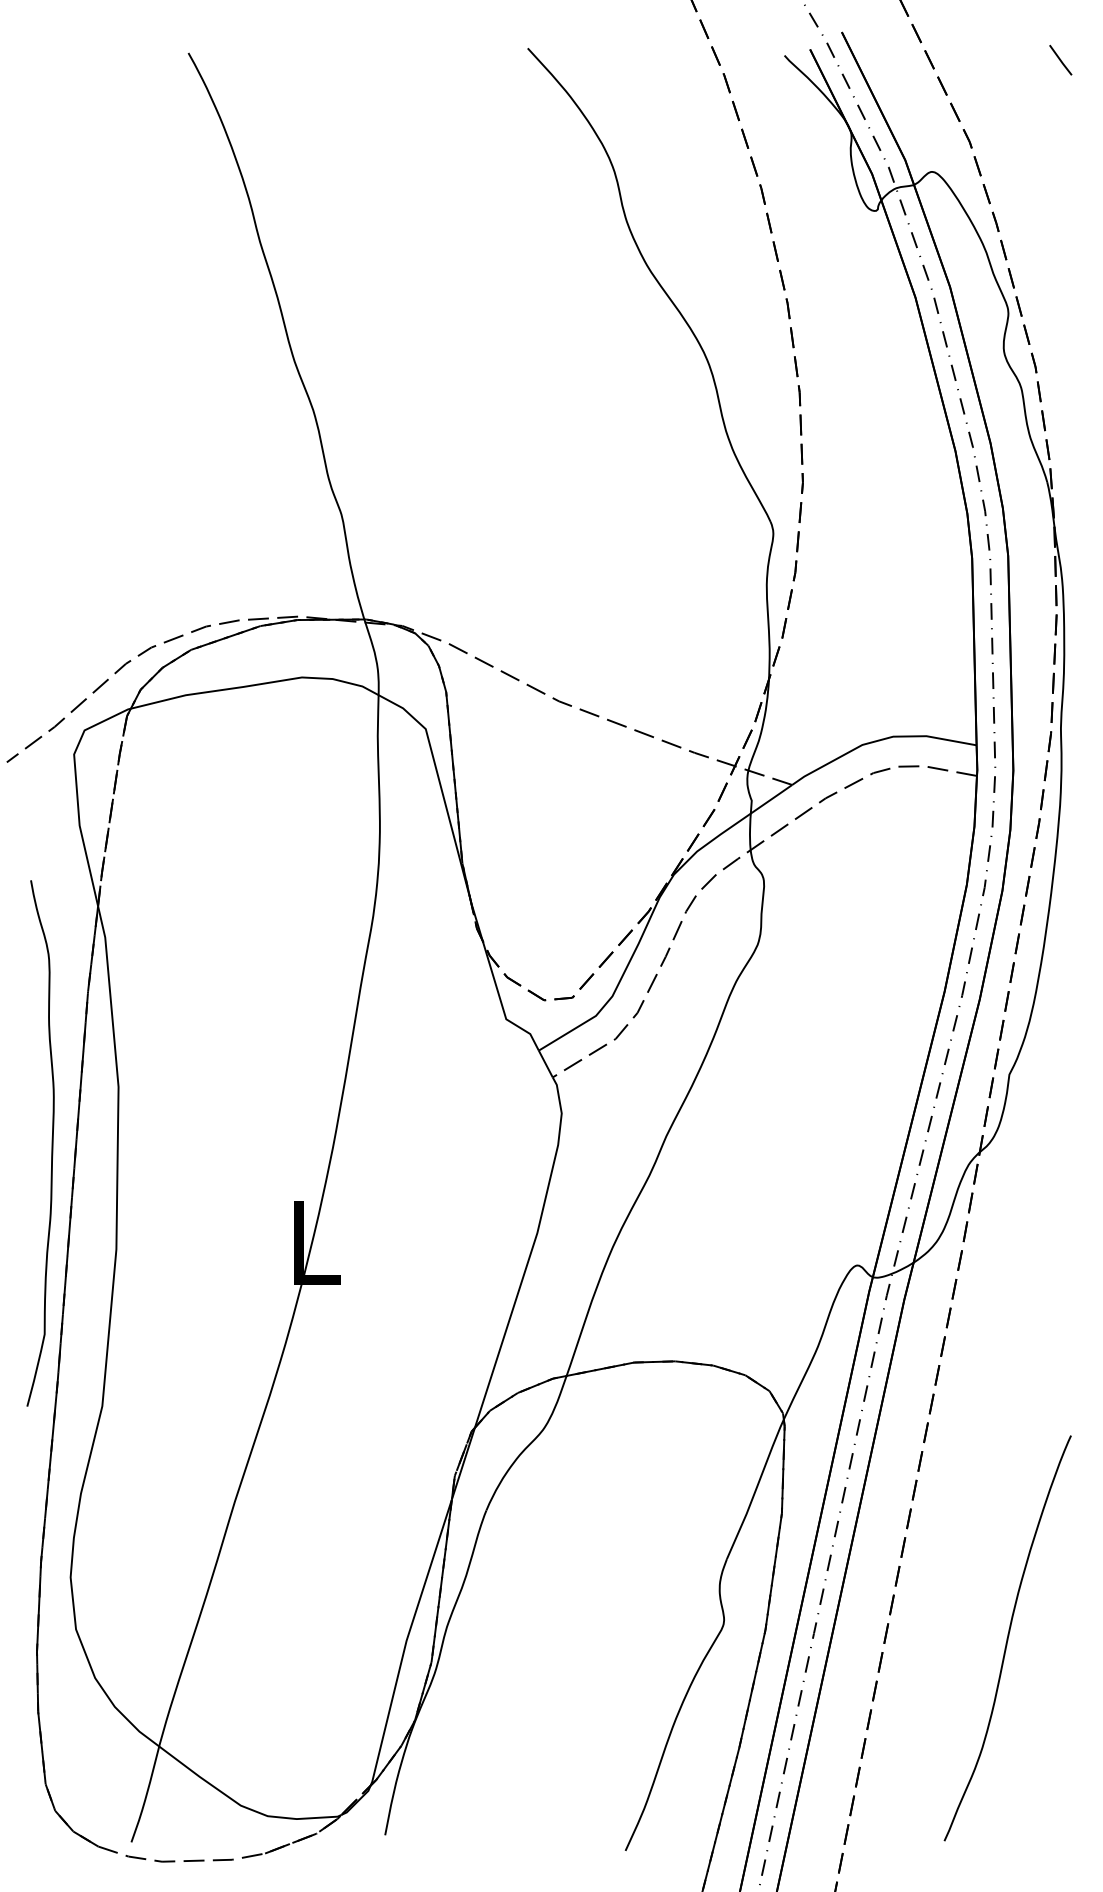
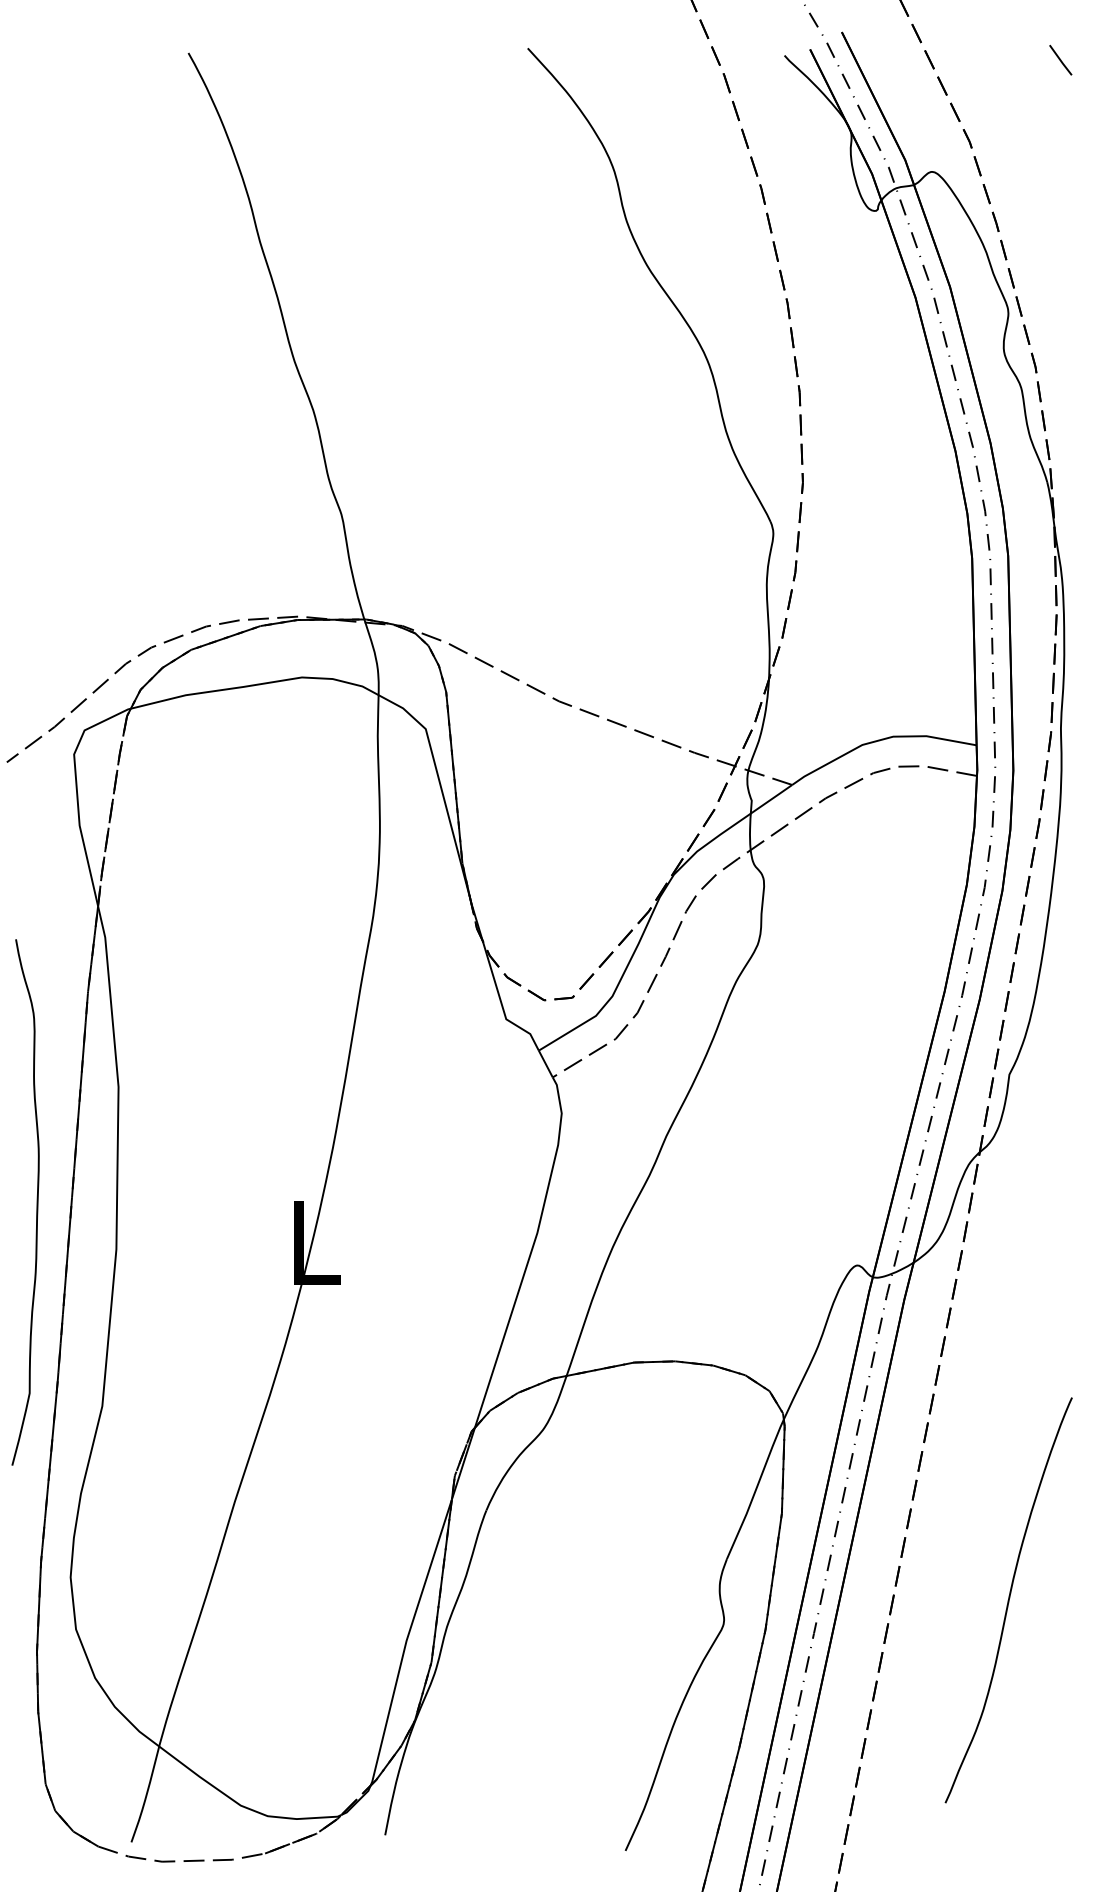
curve at (51, 1143) position: (51, 1143) -> (36, 1202)
curve at (1007, 1638) position: (1007, 1638) -> (1008, 1600)
